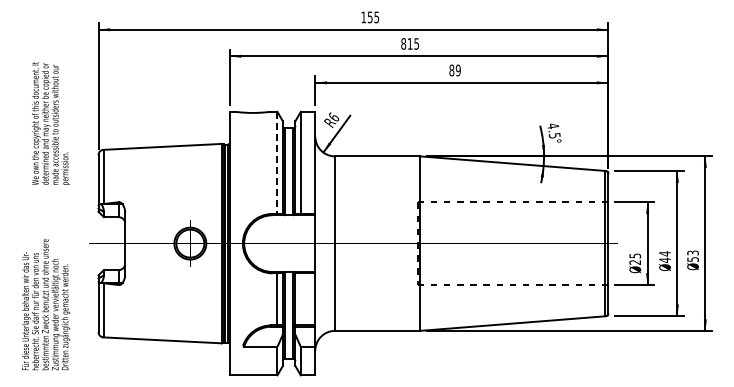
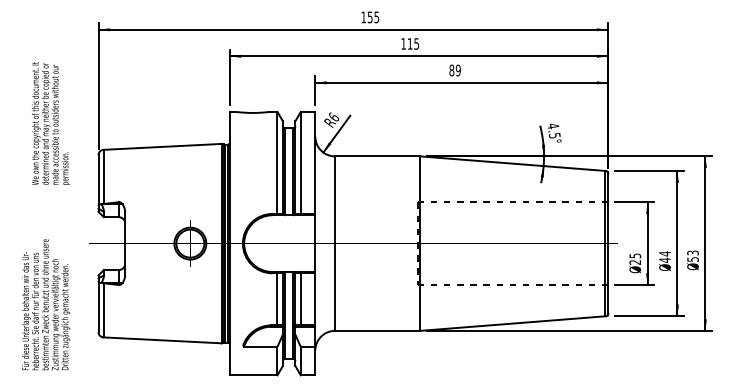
text at (403, 43): 815 -> 115
line at (277, 162): dashed -> solid
line at (300, 299): none -> present
